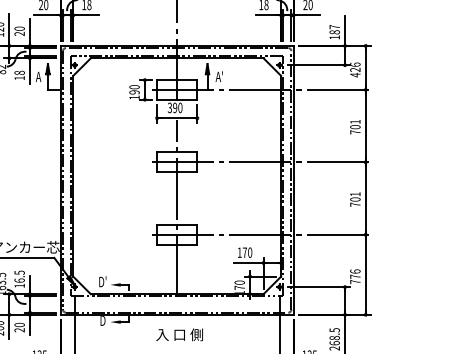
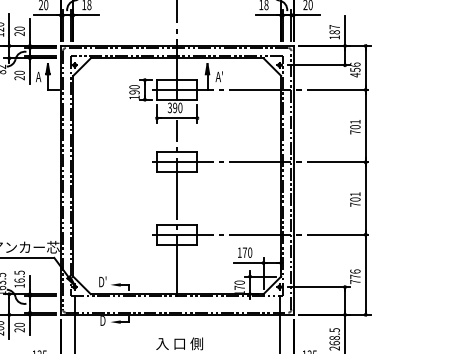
text at (355, 69): 426 -> 456
text at (19, 75): 18 -> 20
text at (179, 334) position: (179, 334) -> (179, 343)
